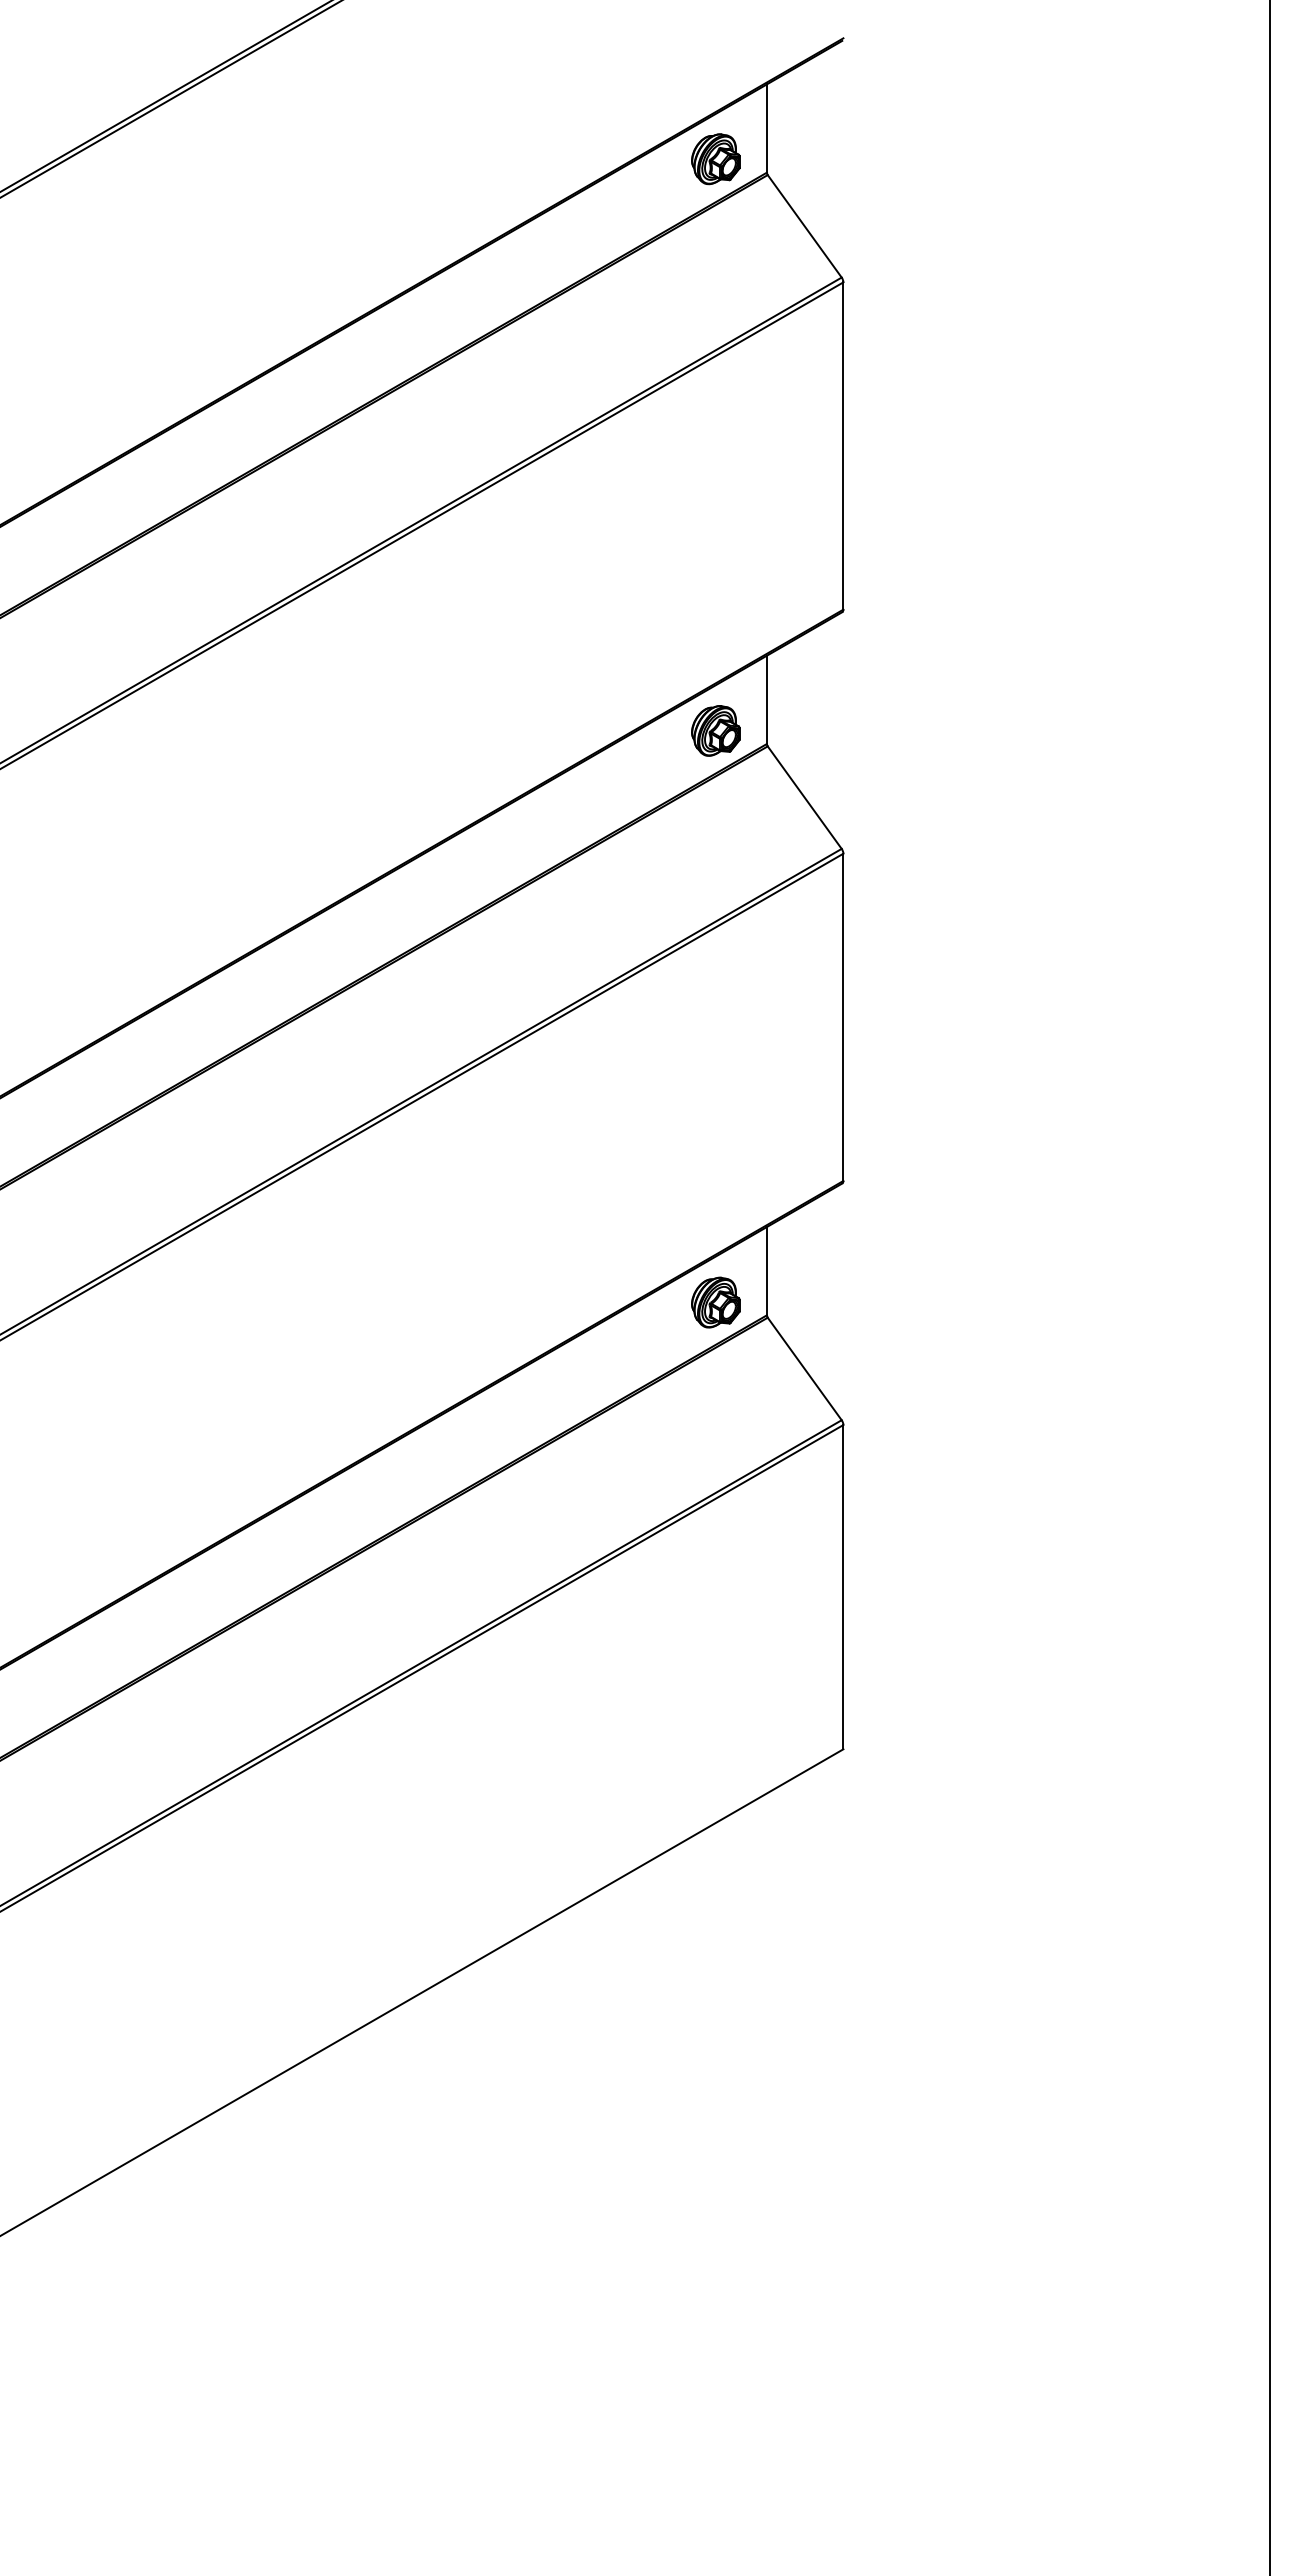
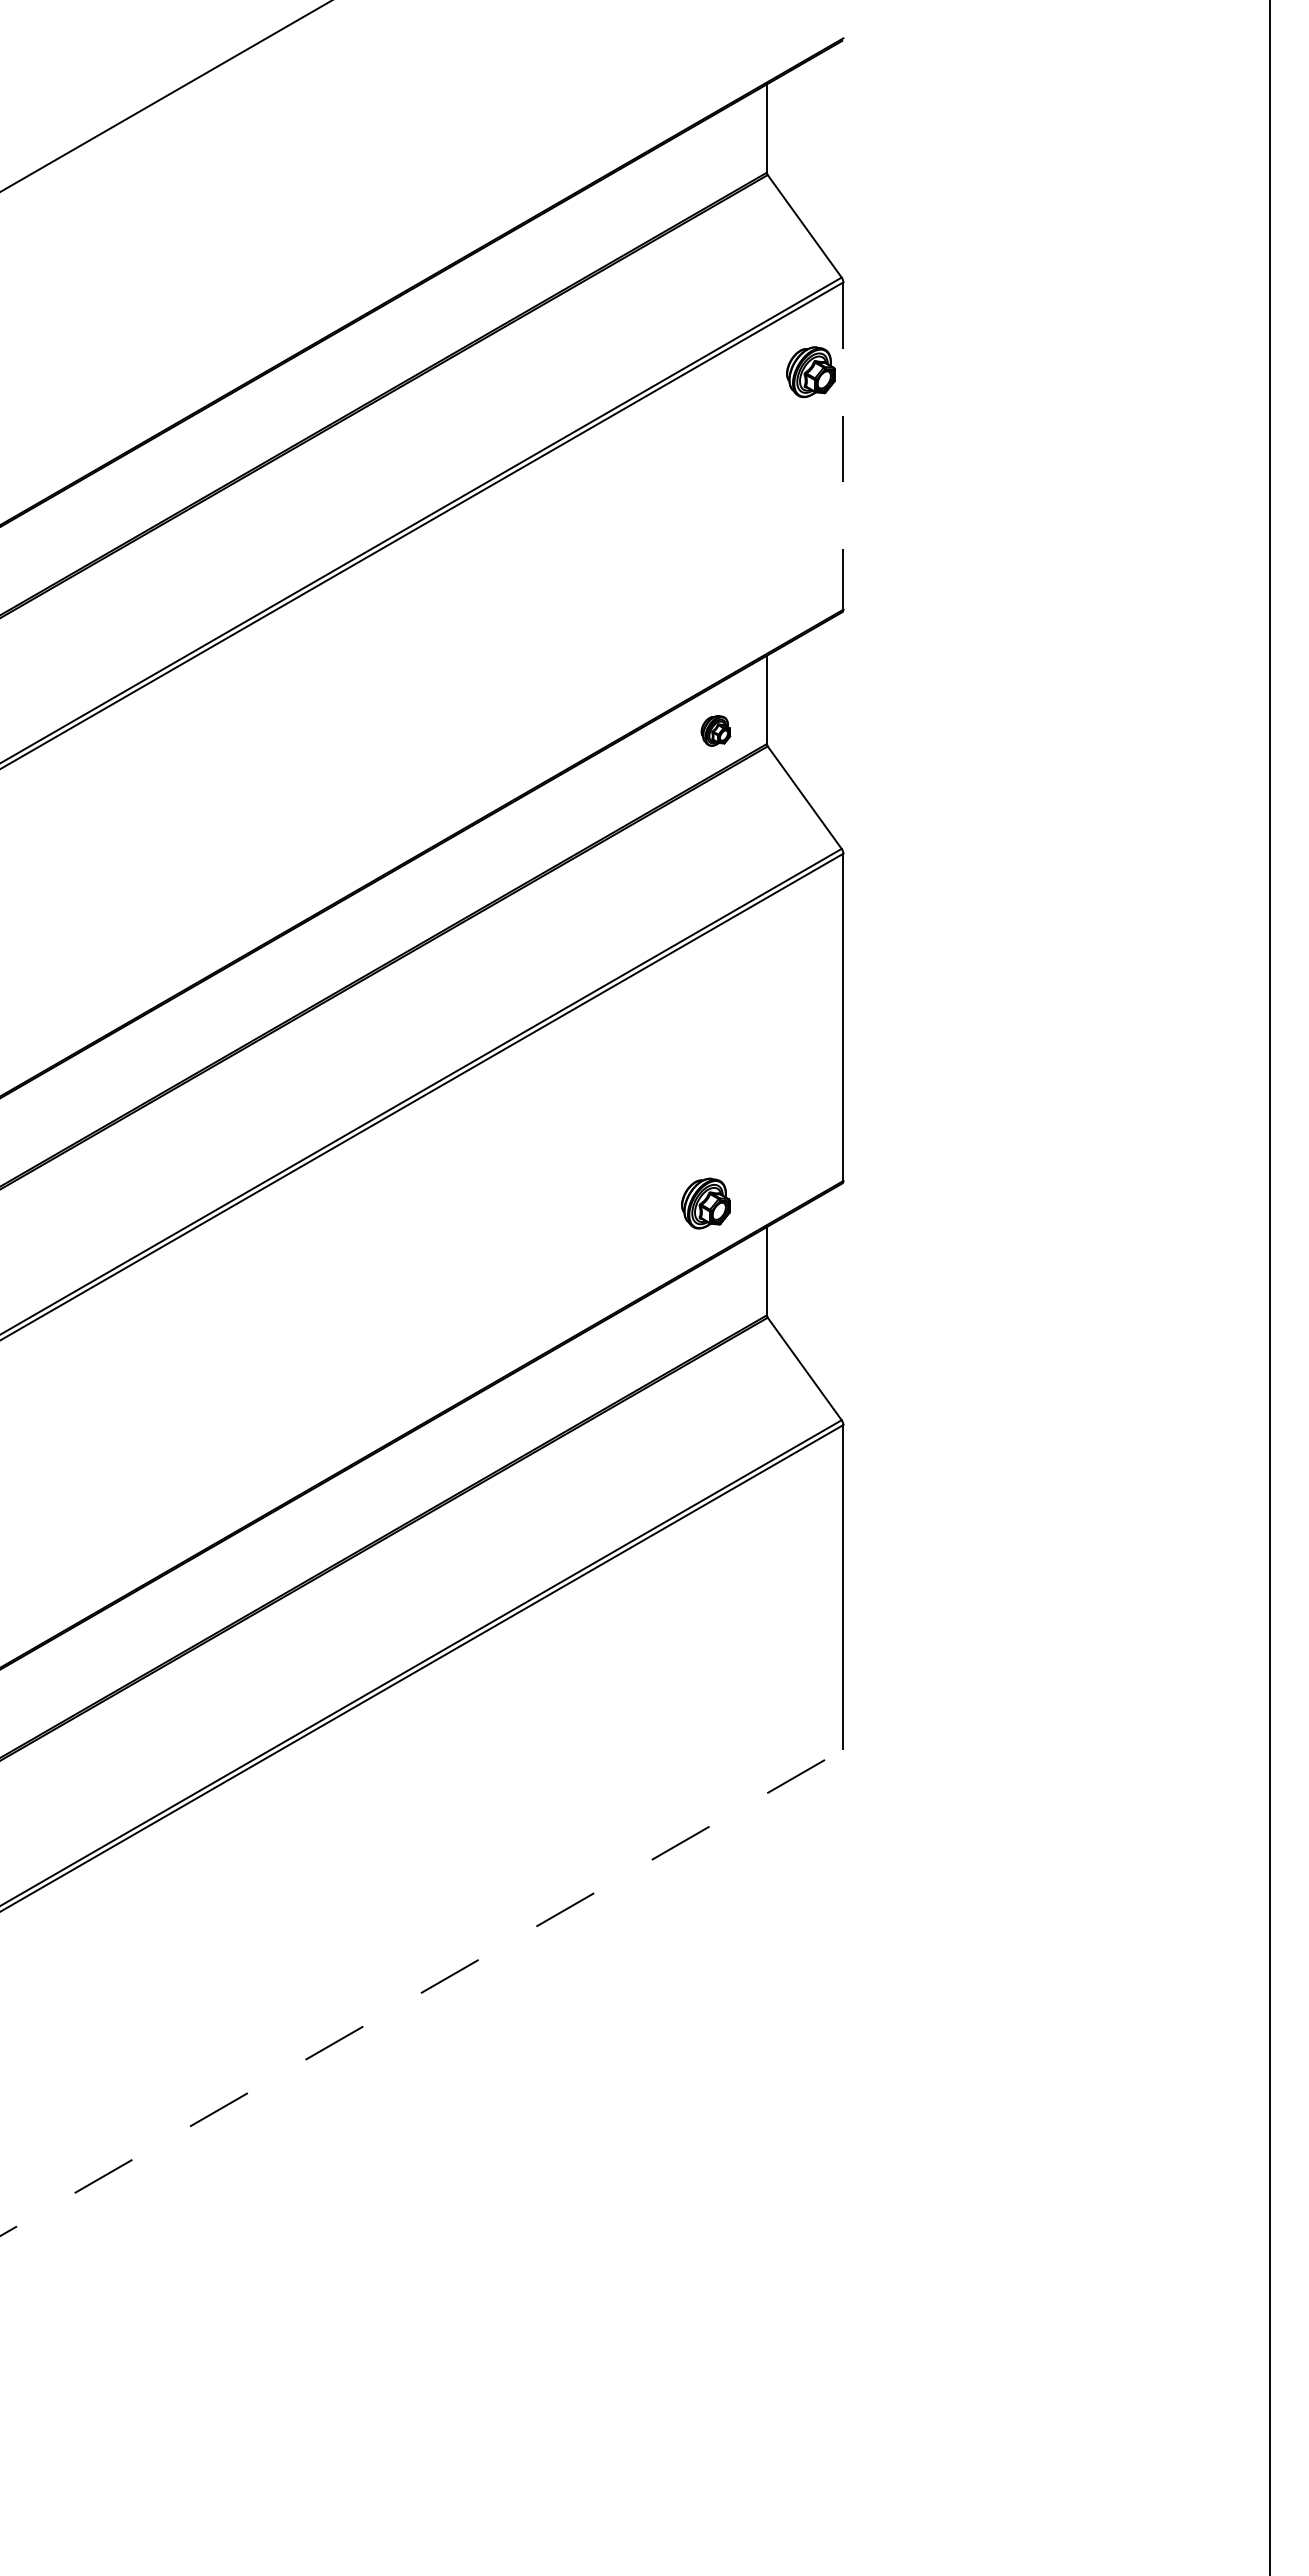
line at (170, 99): present -> none
part at (715, 159) position: (715, 159) -> (810, 372)
line at (843, 446): solid -> dashed
part at (715, 730) size: 50x52 px -> 32x32 px
part at (715, 1302) position: (715, 1302) -> (705, 1203)
line at (422, 1992): solid -> dashed
